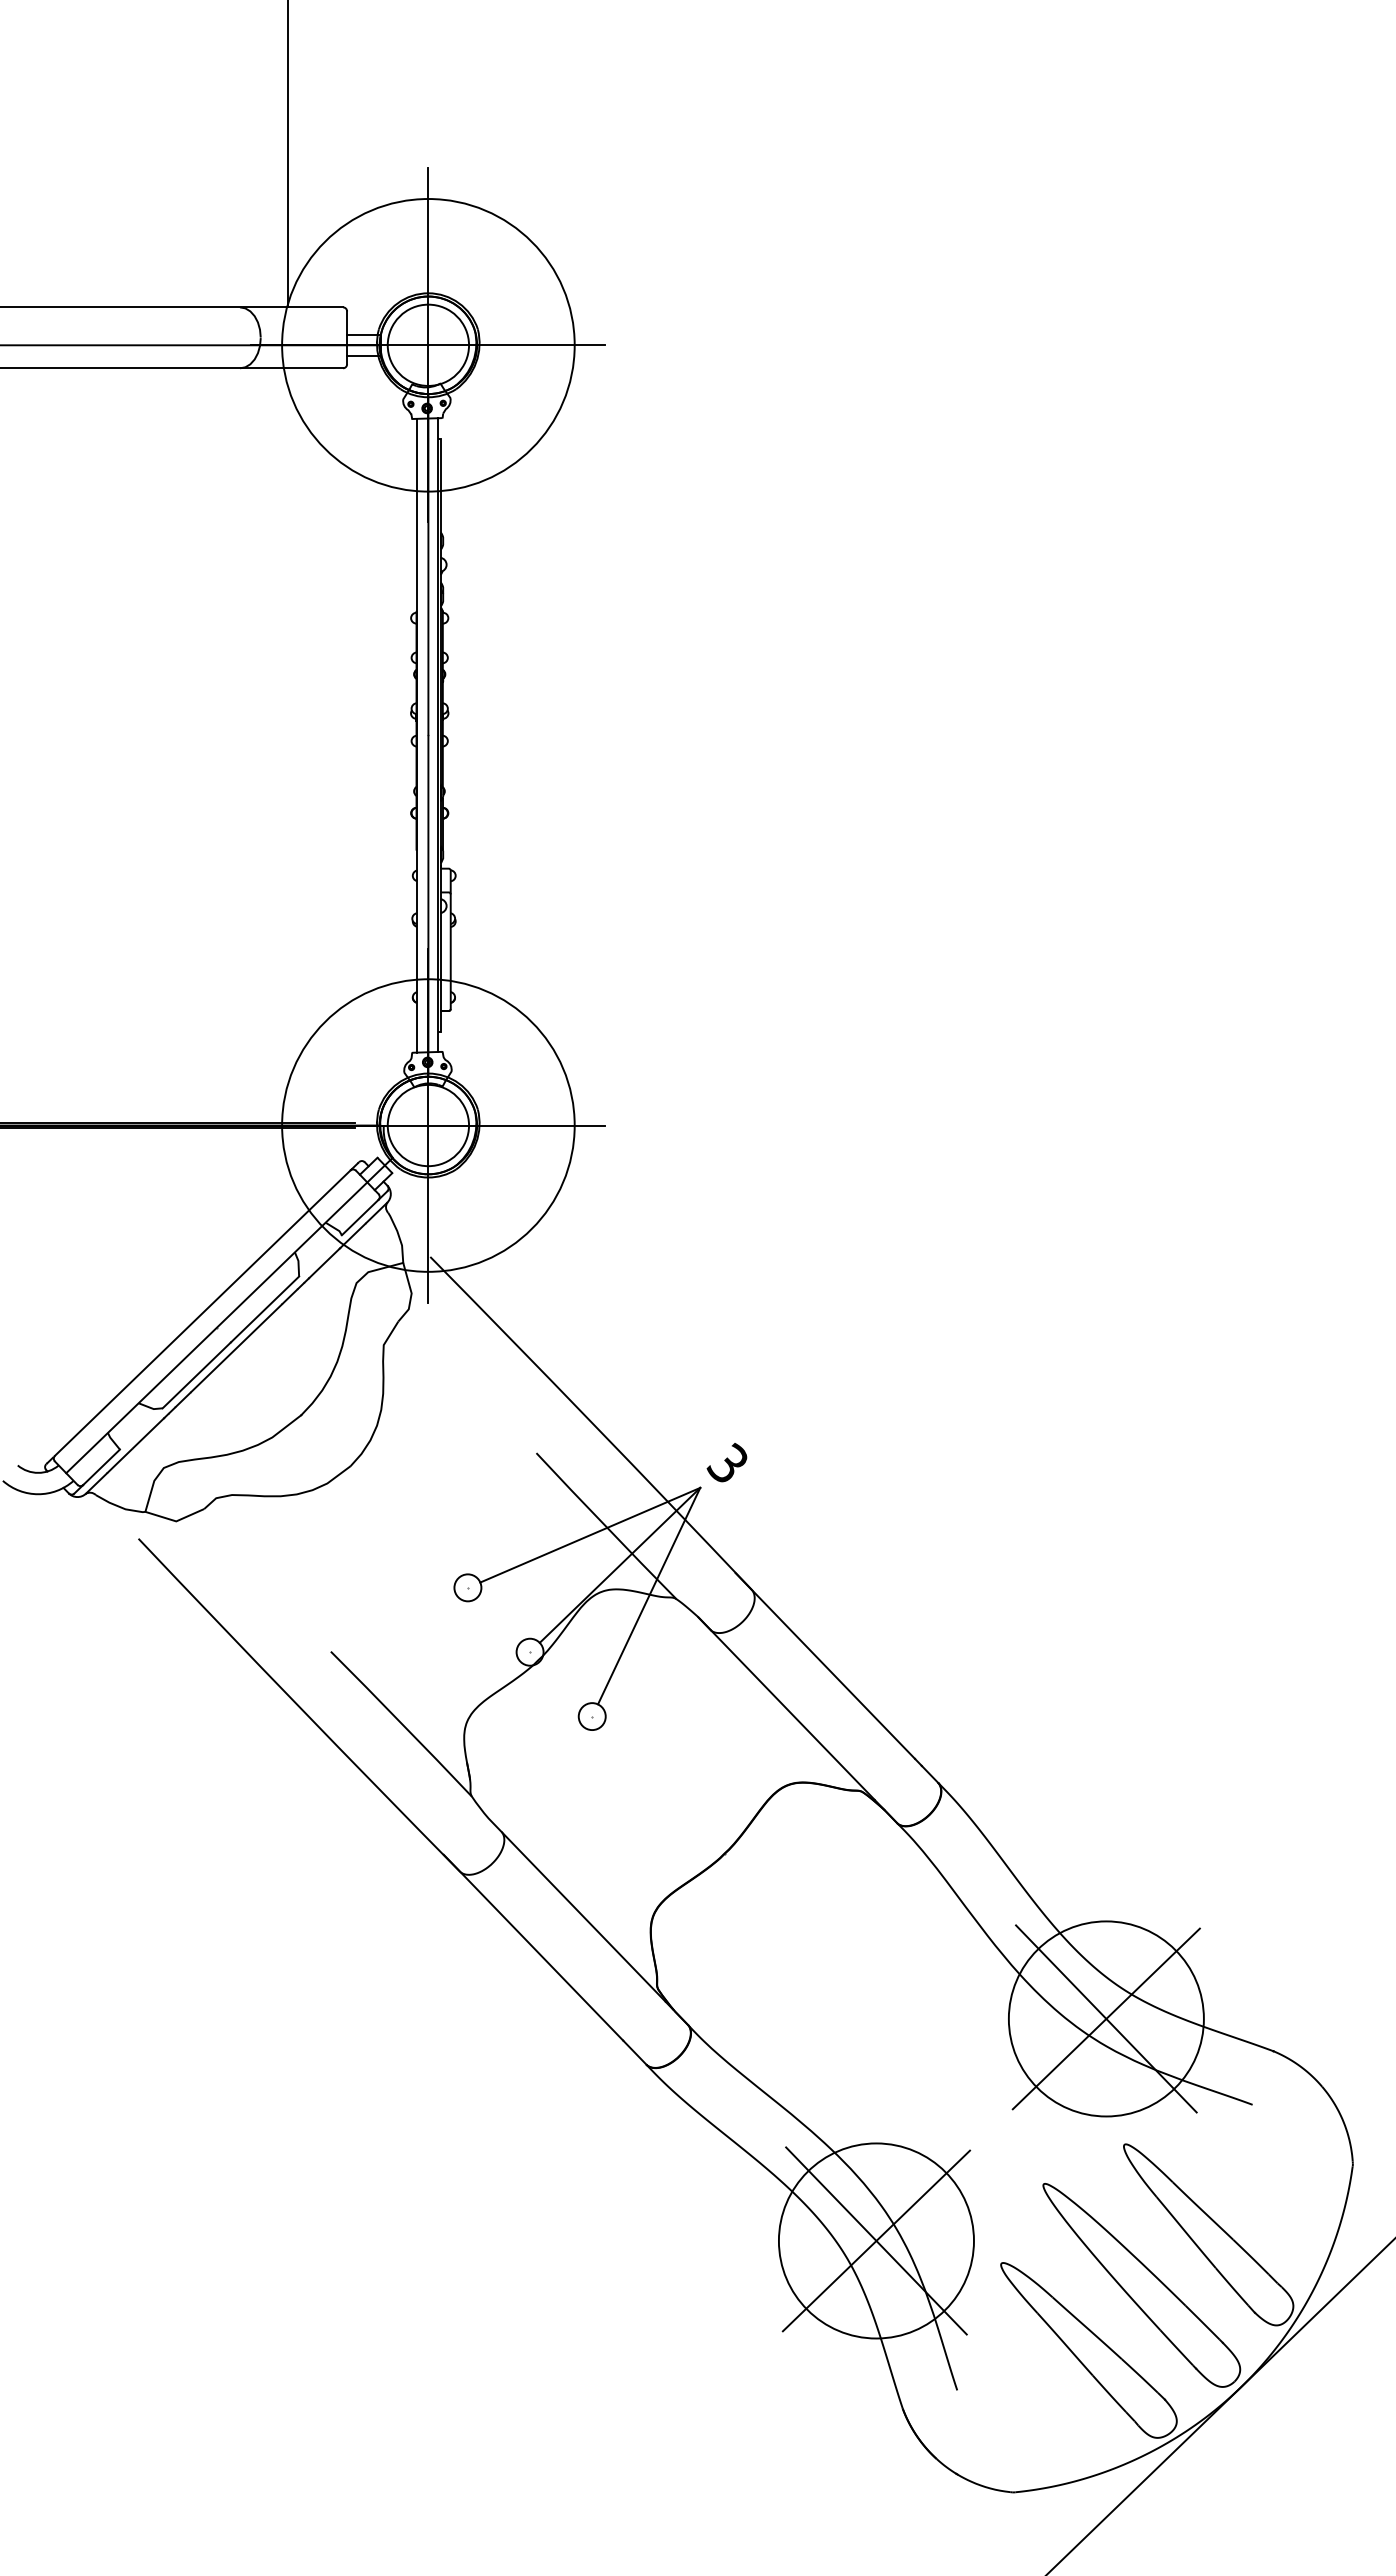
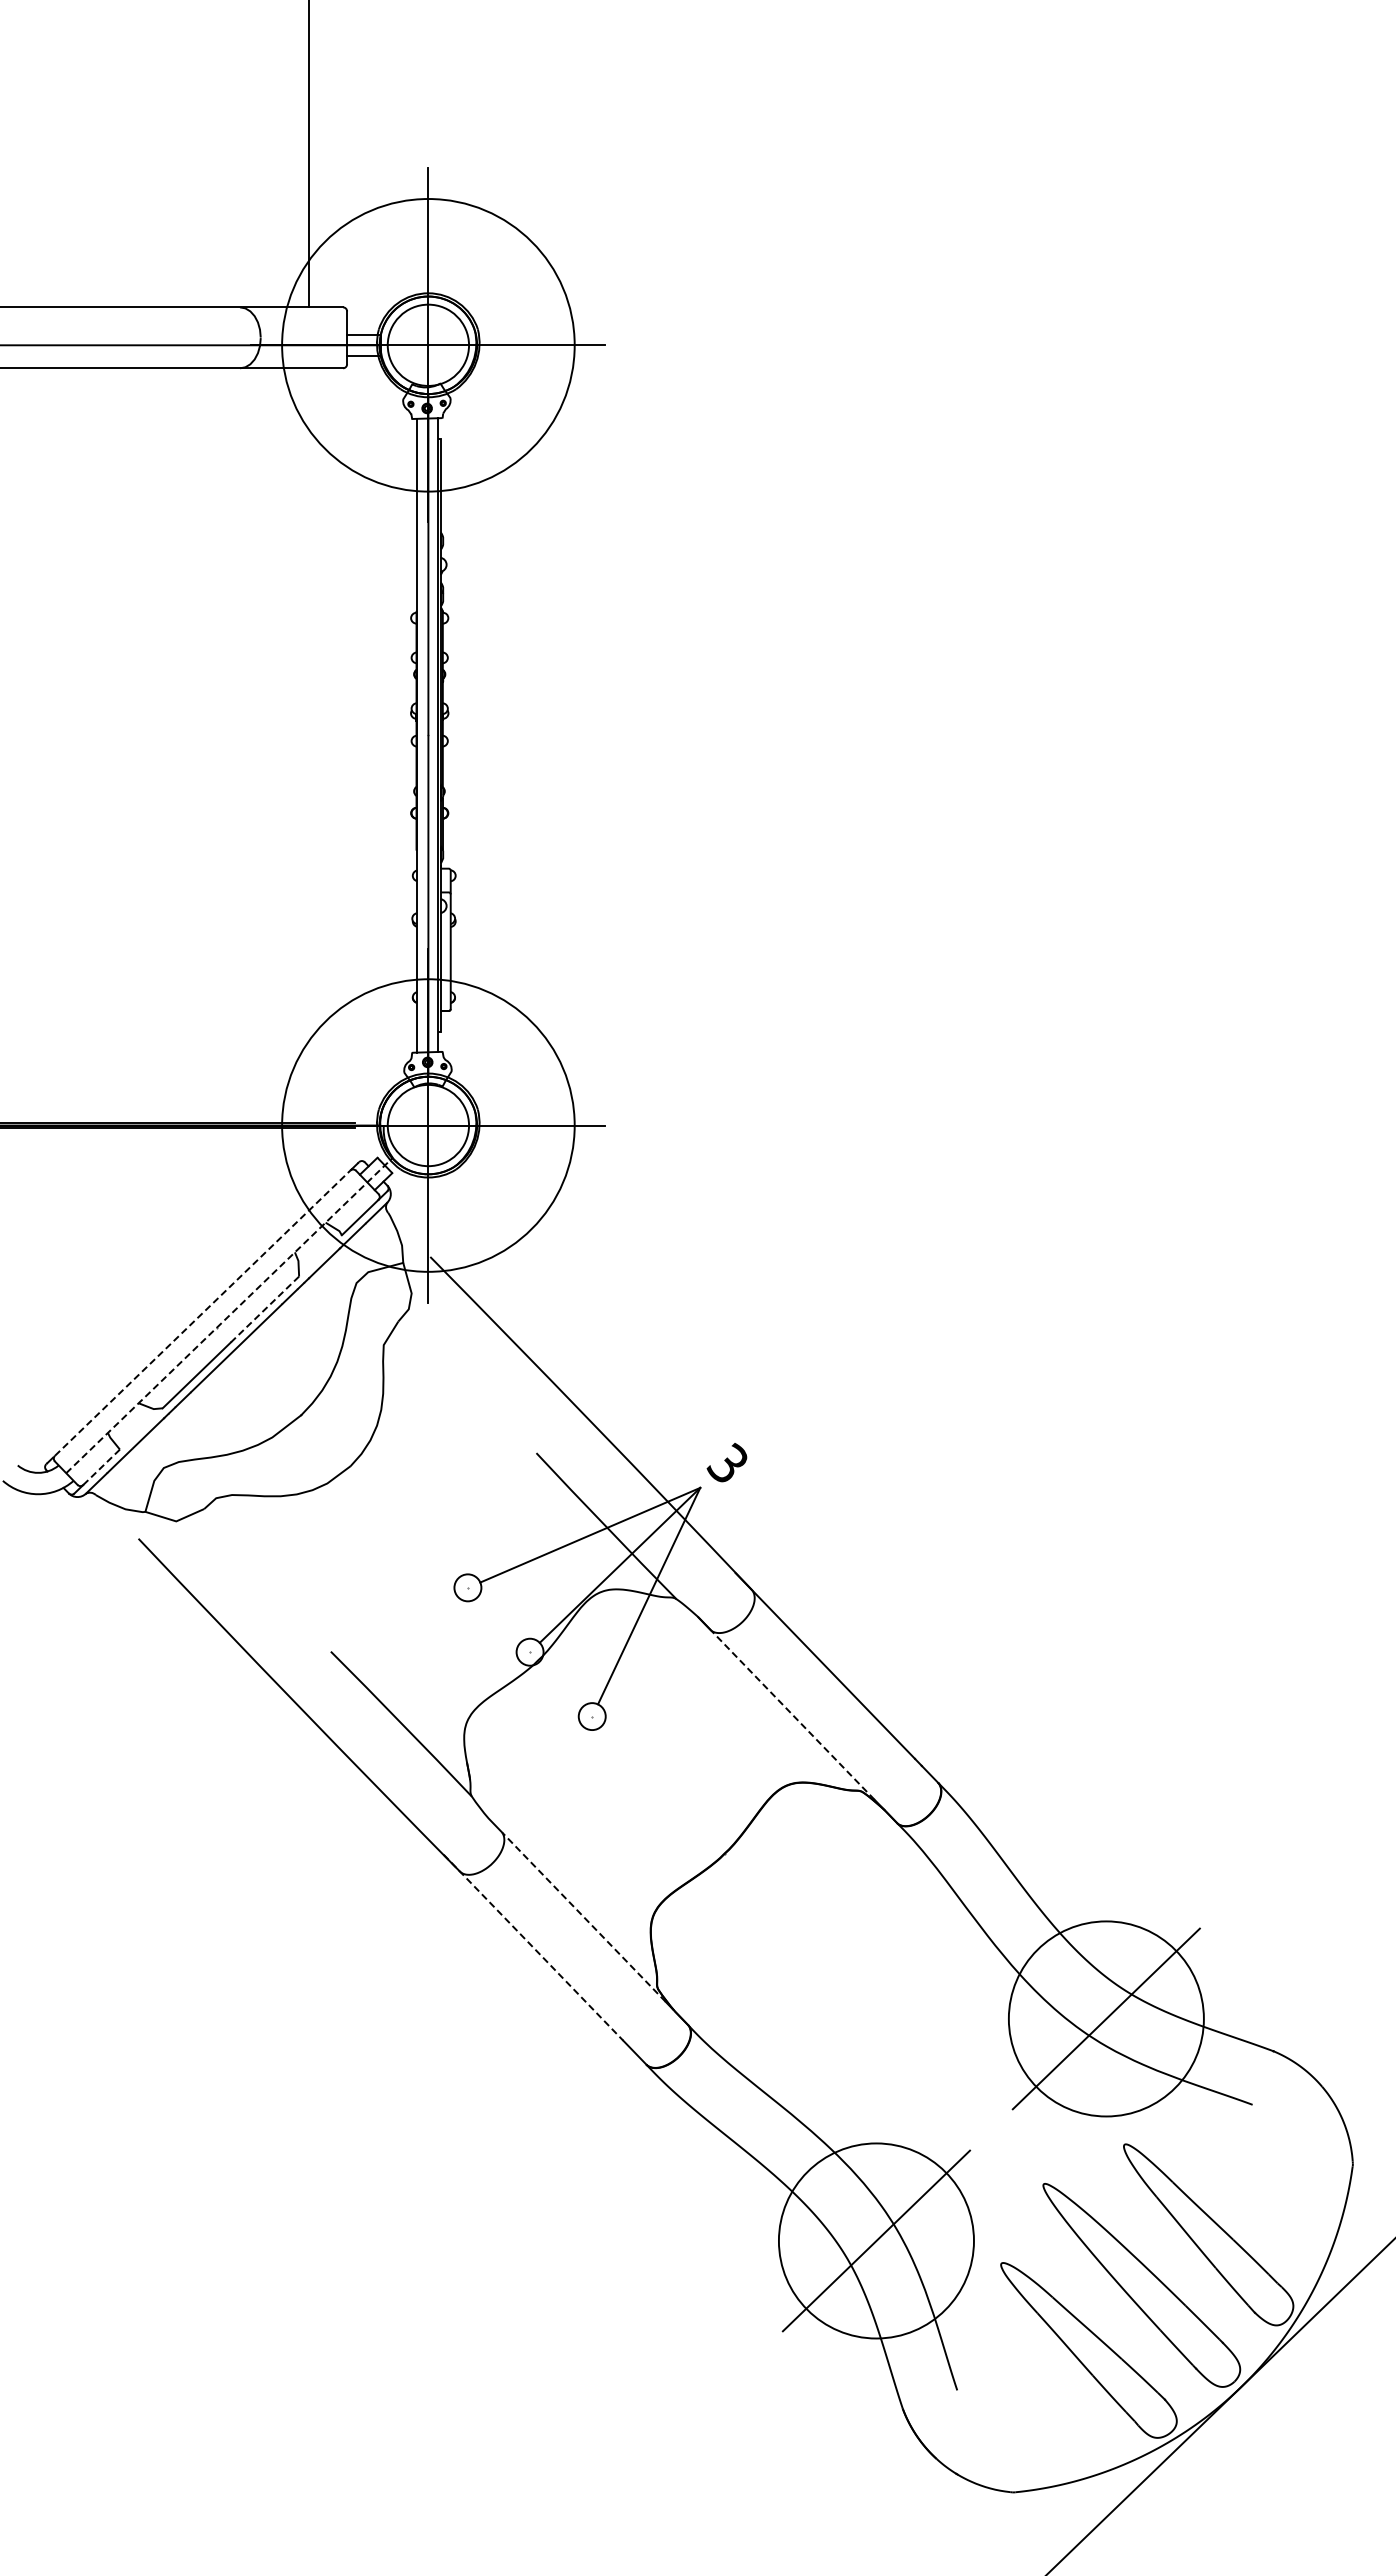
line at (288, 154) position: (288, 154) -> (309, 154)
line at (264, 1309): solid -> dashed
line at (203, 1312): solid -> dashed
line at (229, 1315): solid -> dashed
line at (101, 1467): solid -> dashed
line at (792, 1715): solid -> dashed
line at (583, 1917): solid -> dashed
line at (533, 1948): solid -> dashed
line at (1106, 2018): present -> none
line at (876, 2240): present -> none
